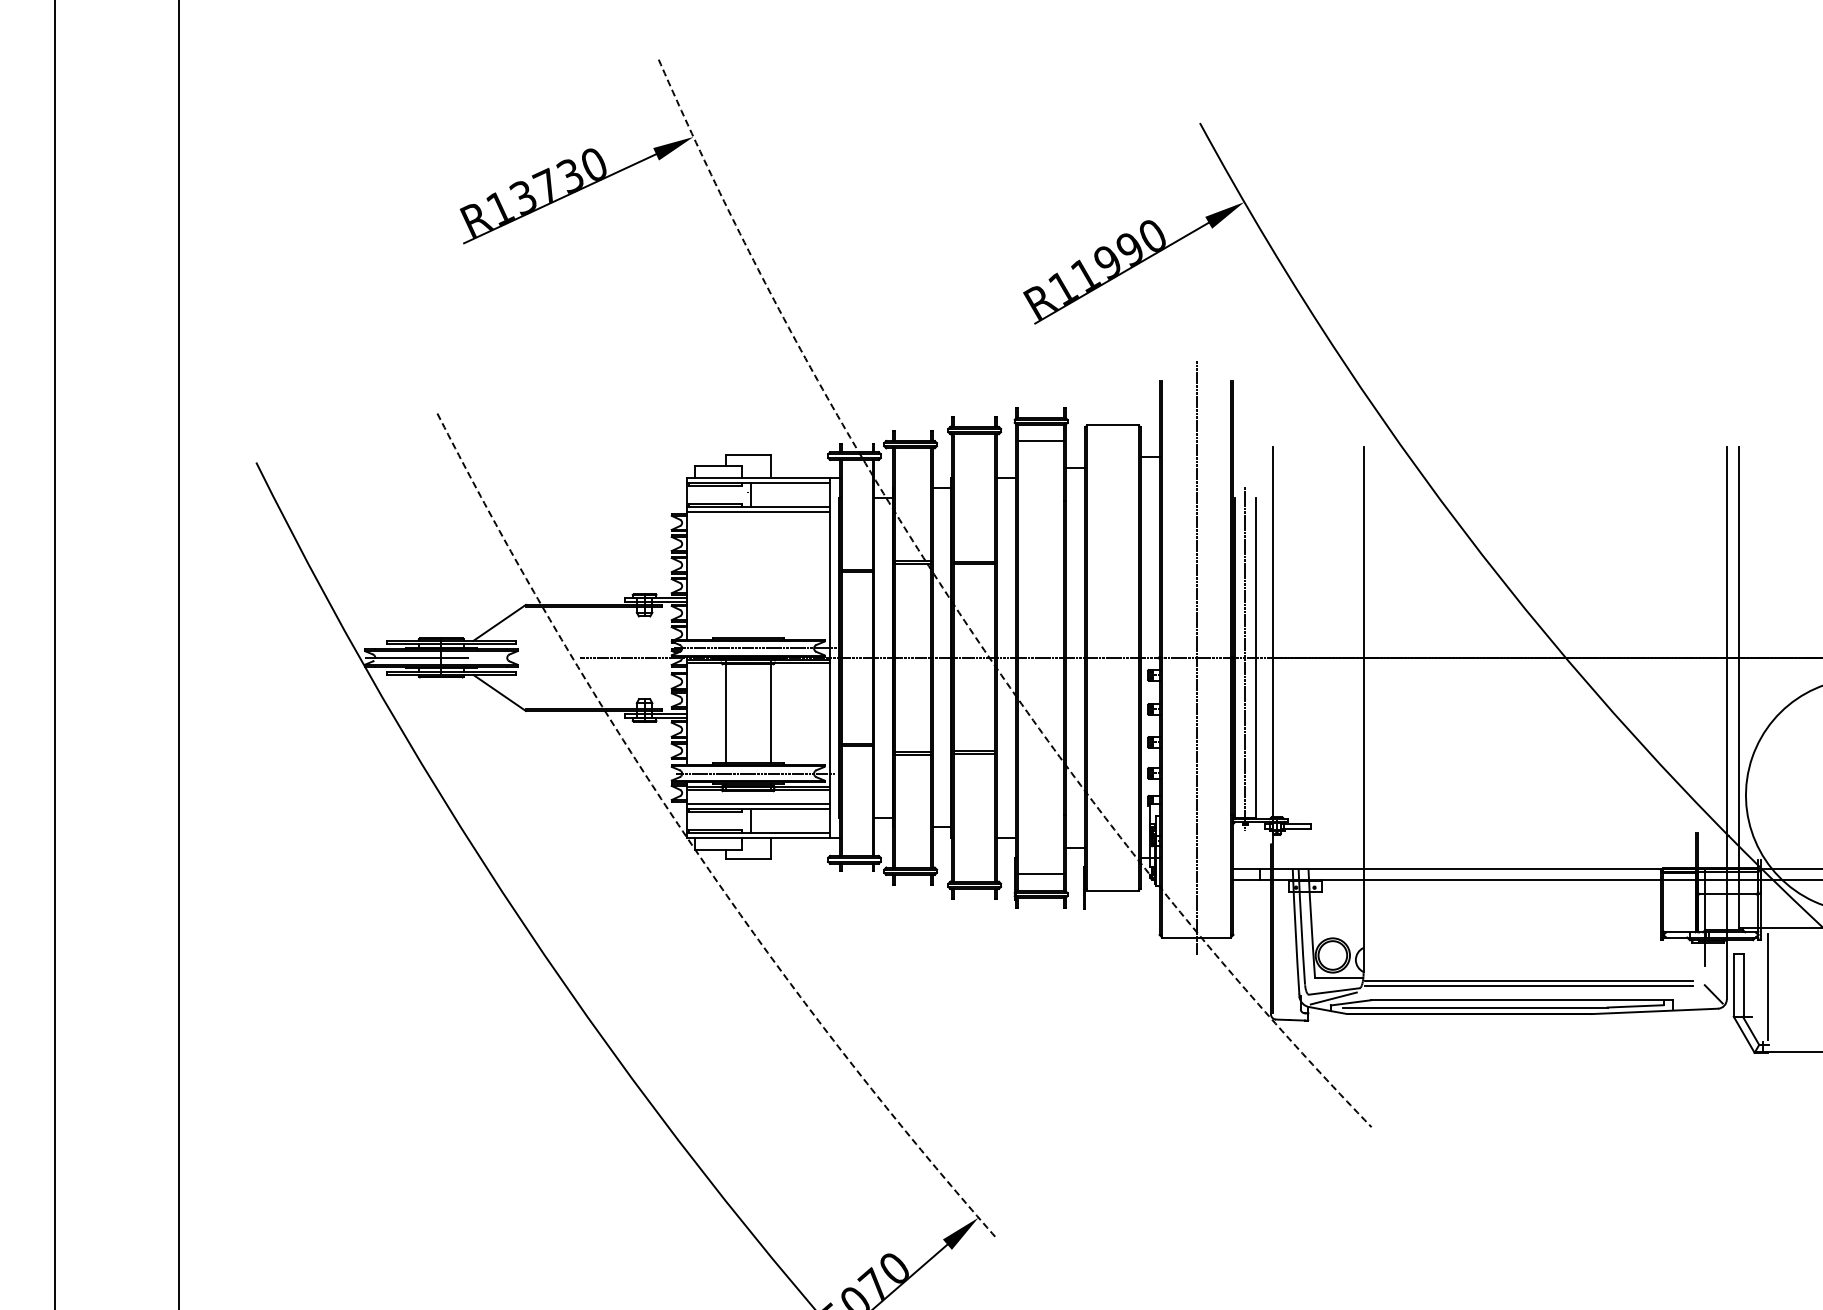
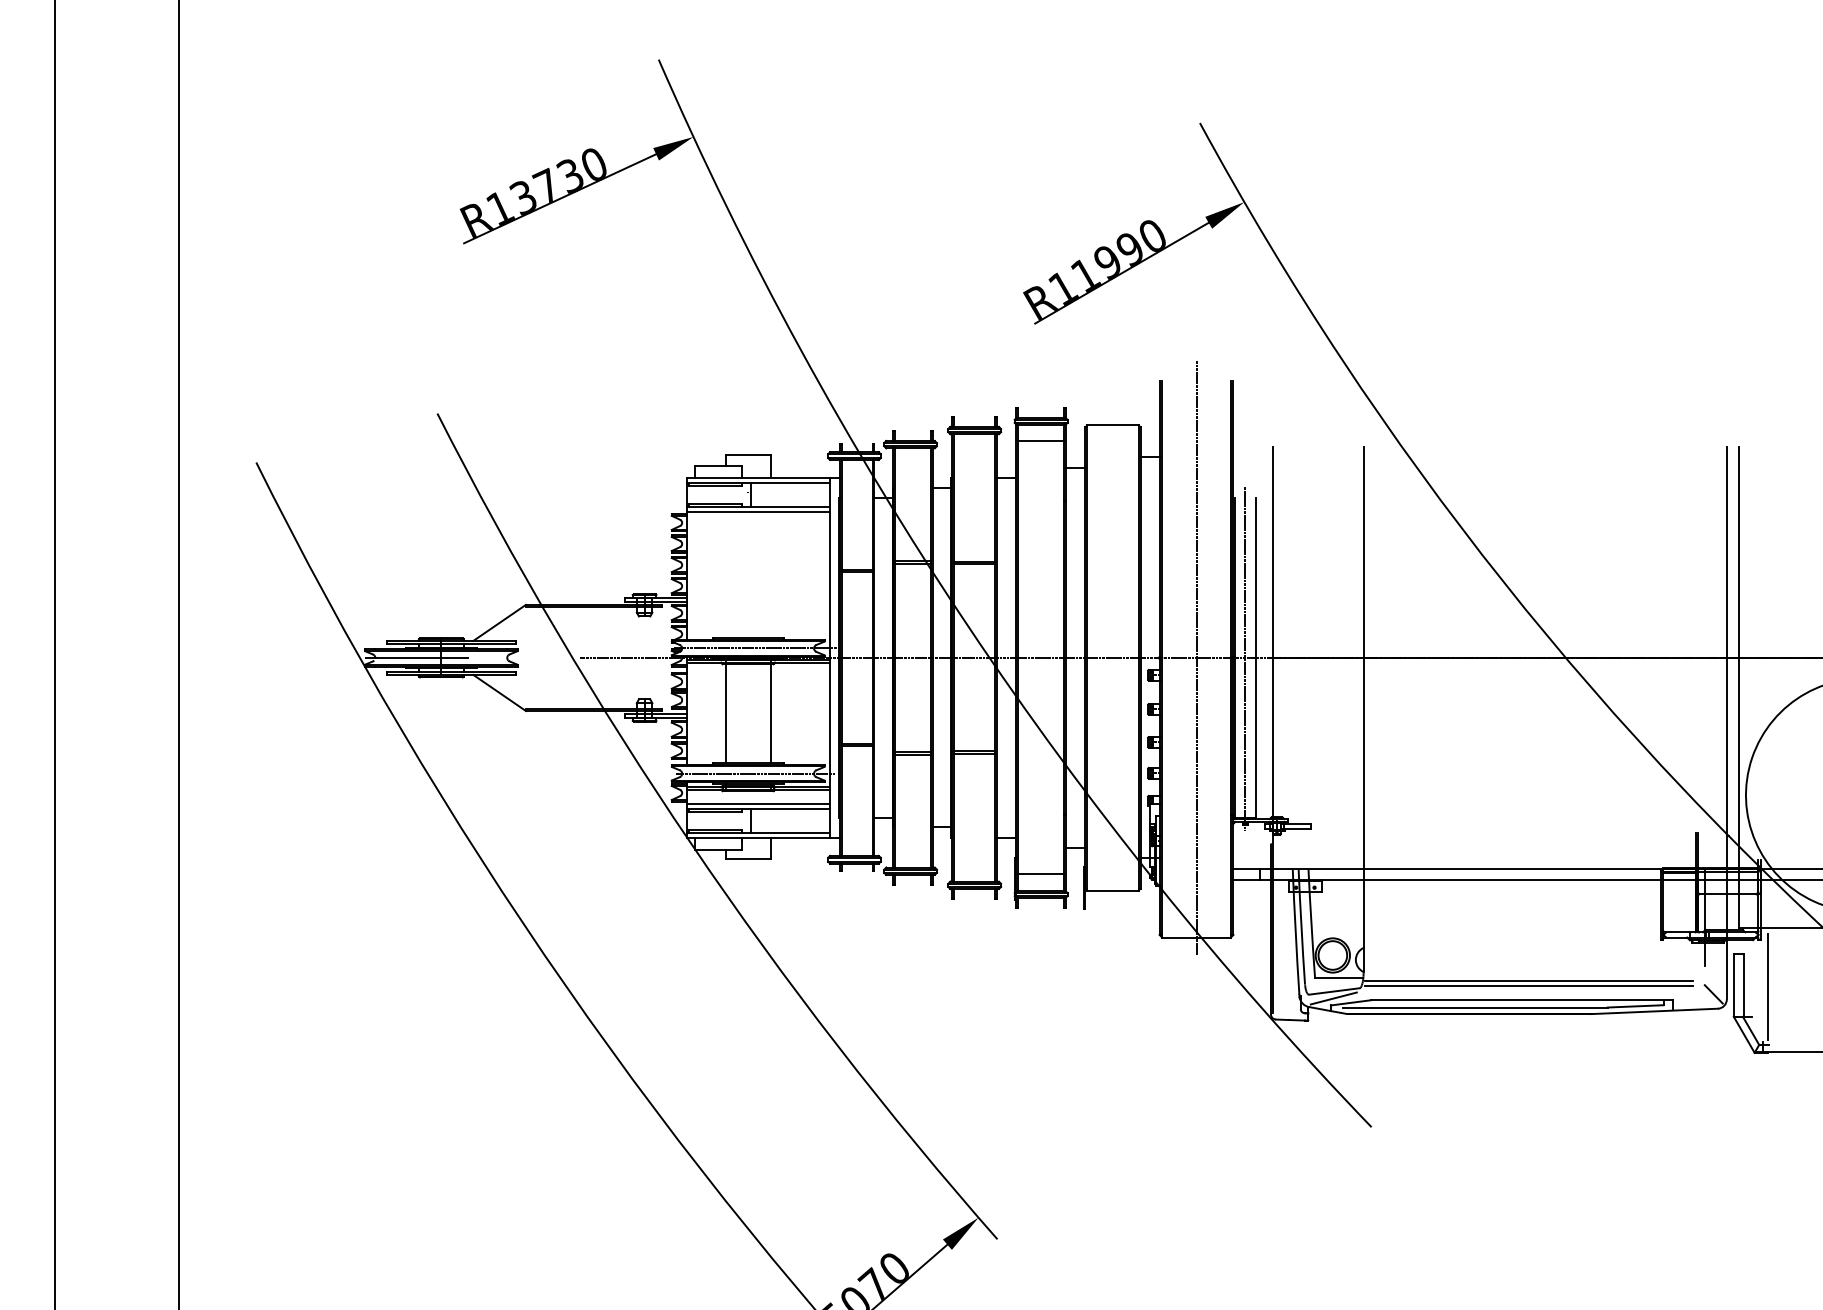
arc at (967, 625): dashed -> solid
arc at (691, 844): dashed -> solid
